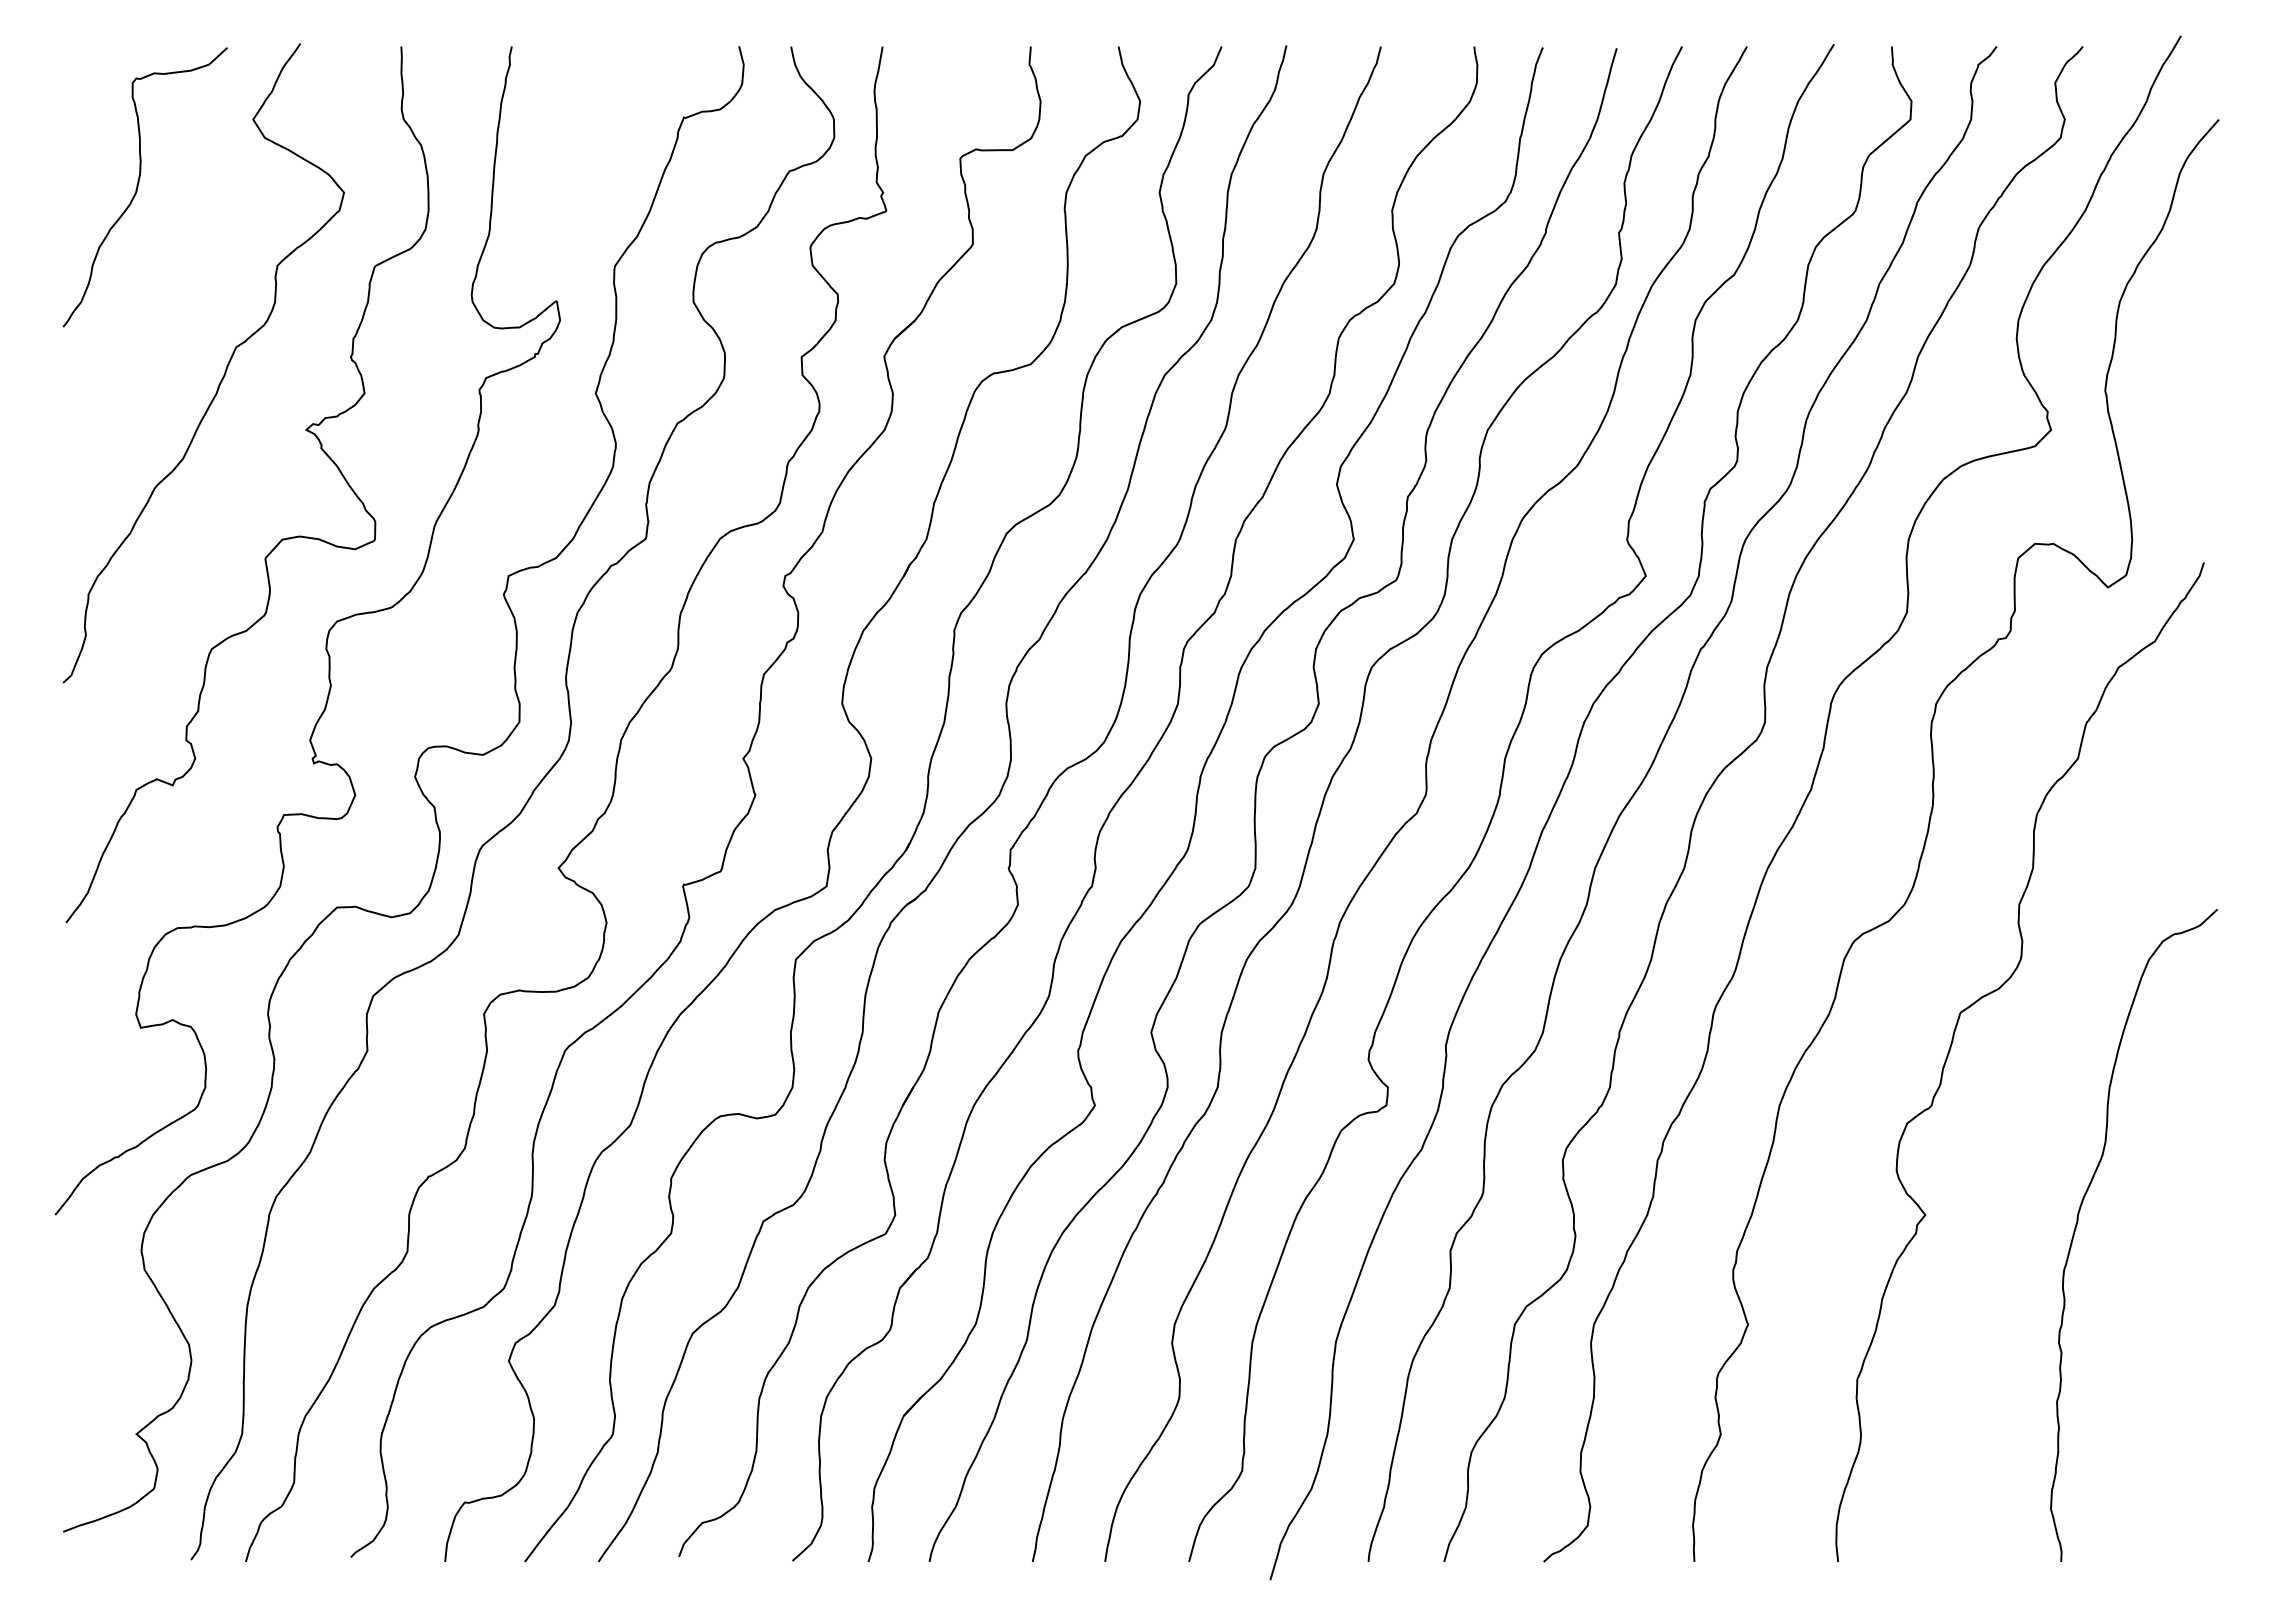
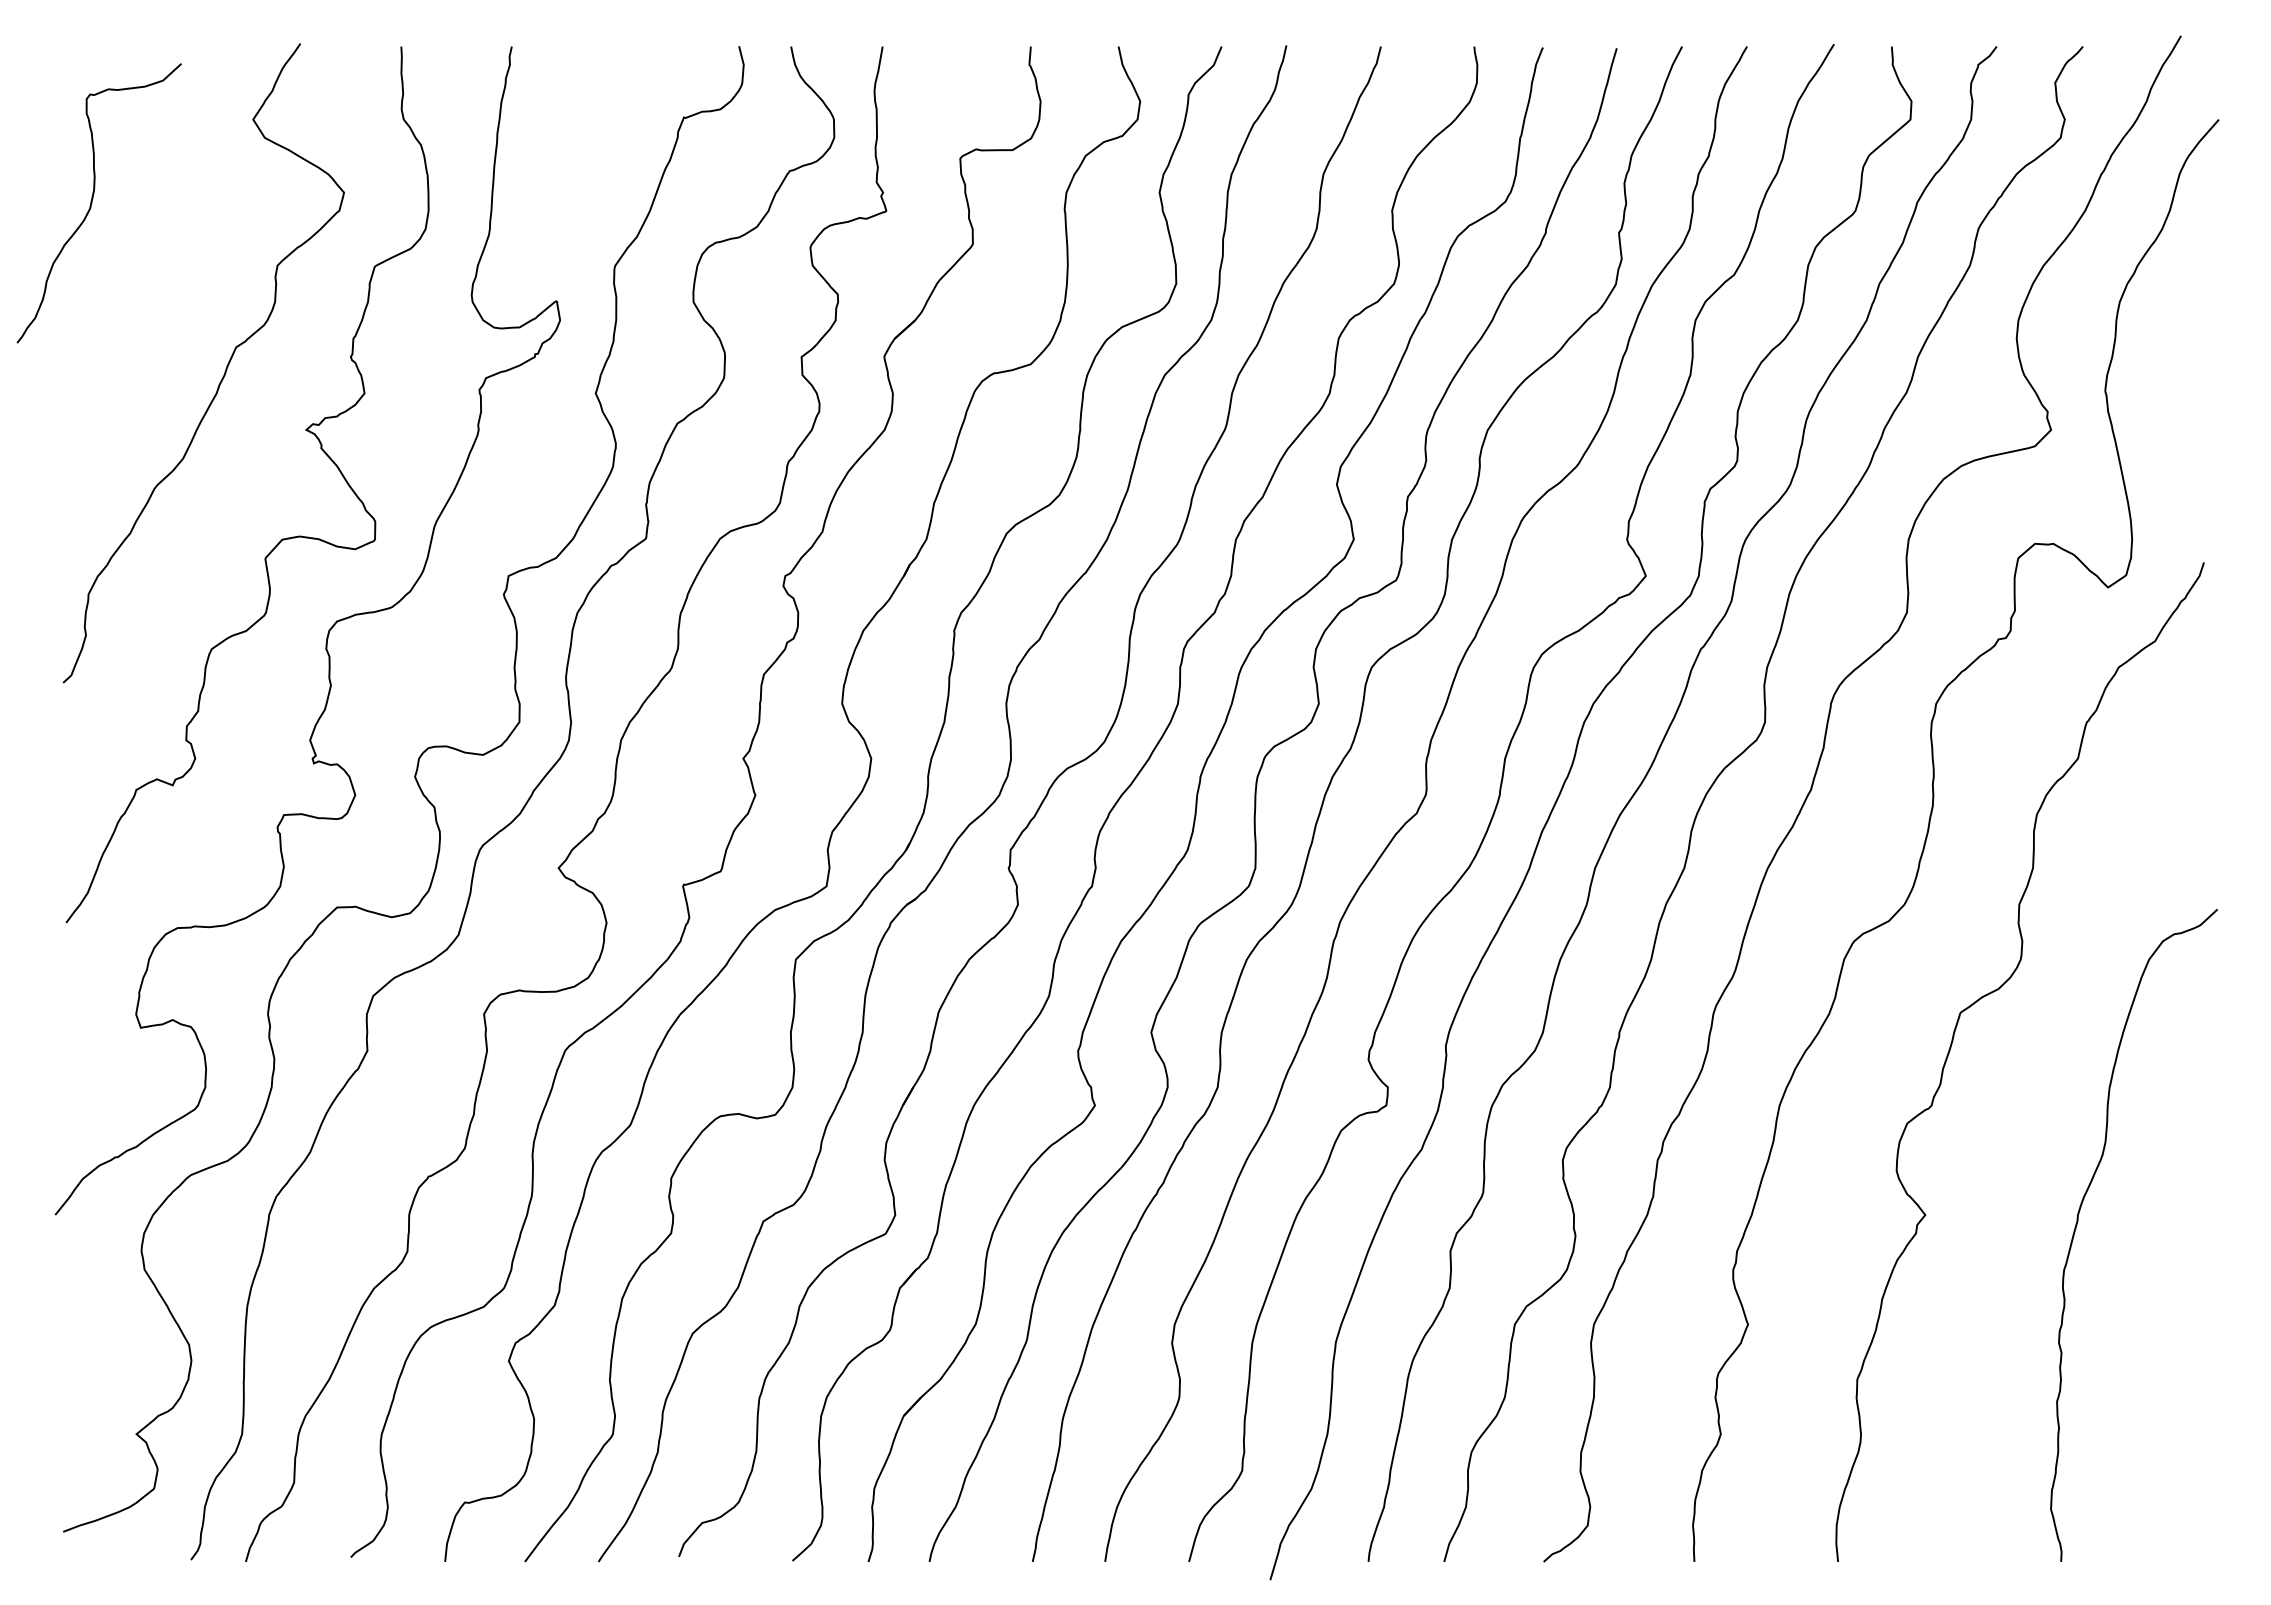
curve at (138, 187) position: (138, 187) -> (92, 203)
